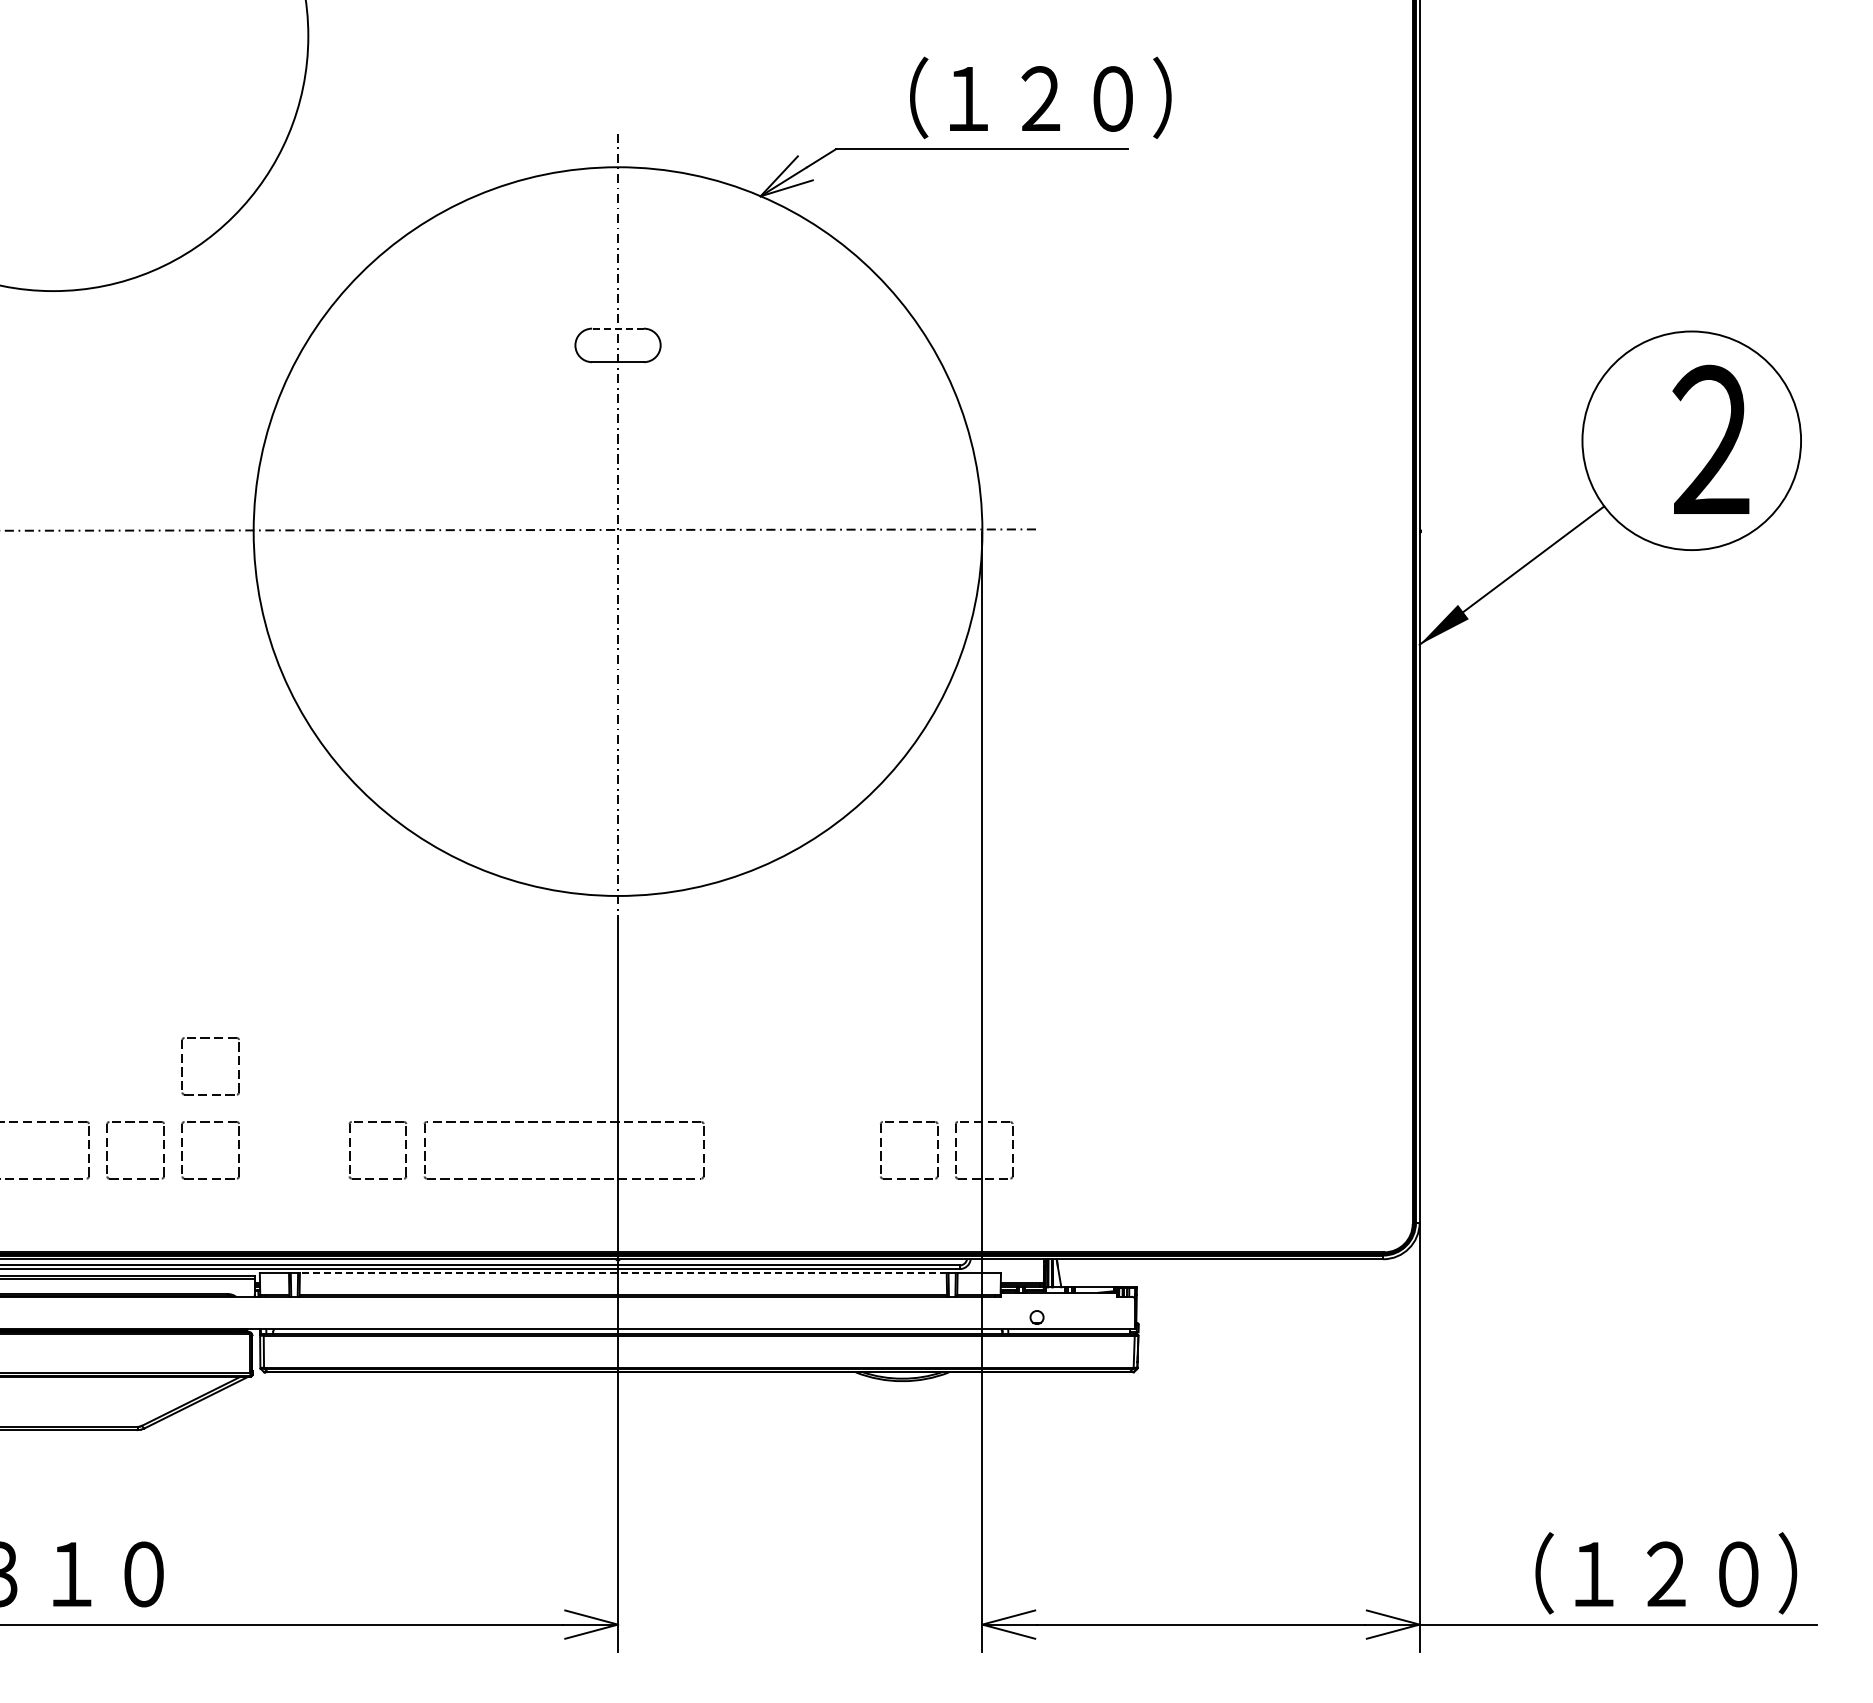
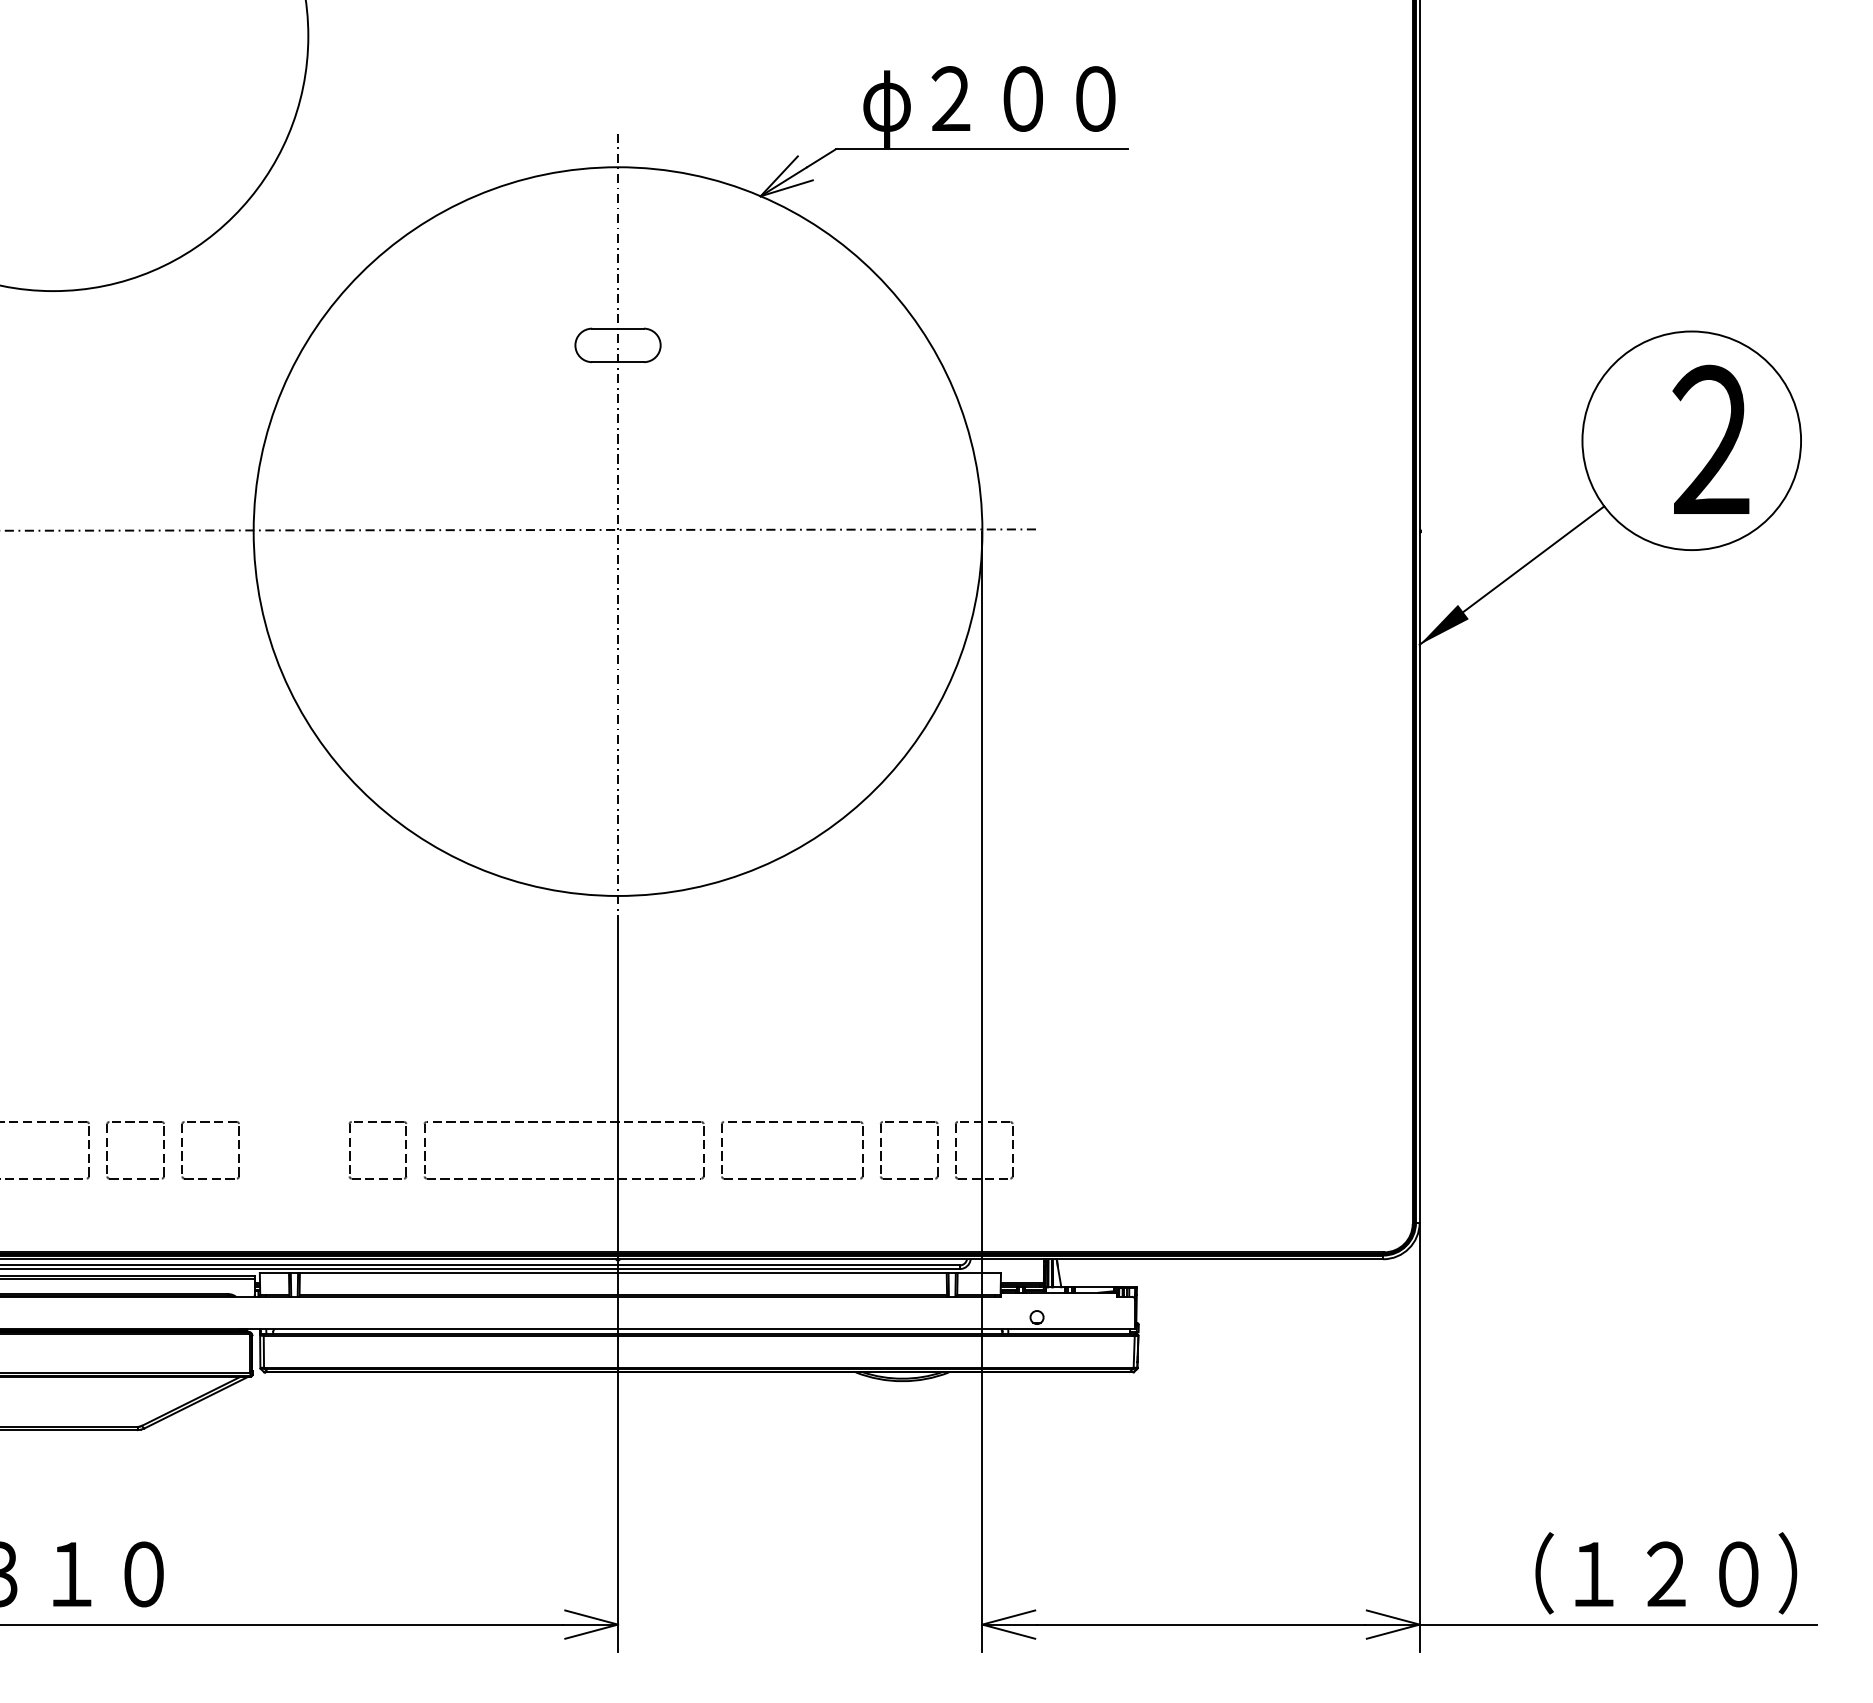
text at (1017, 101): （１２０） -> φ２００
line at (618, 328): dashed -> solid
part at (209, 1038): present -> none
part at (792, 1178): none -> present
line at (622, 1273): dashed -> solid
